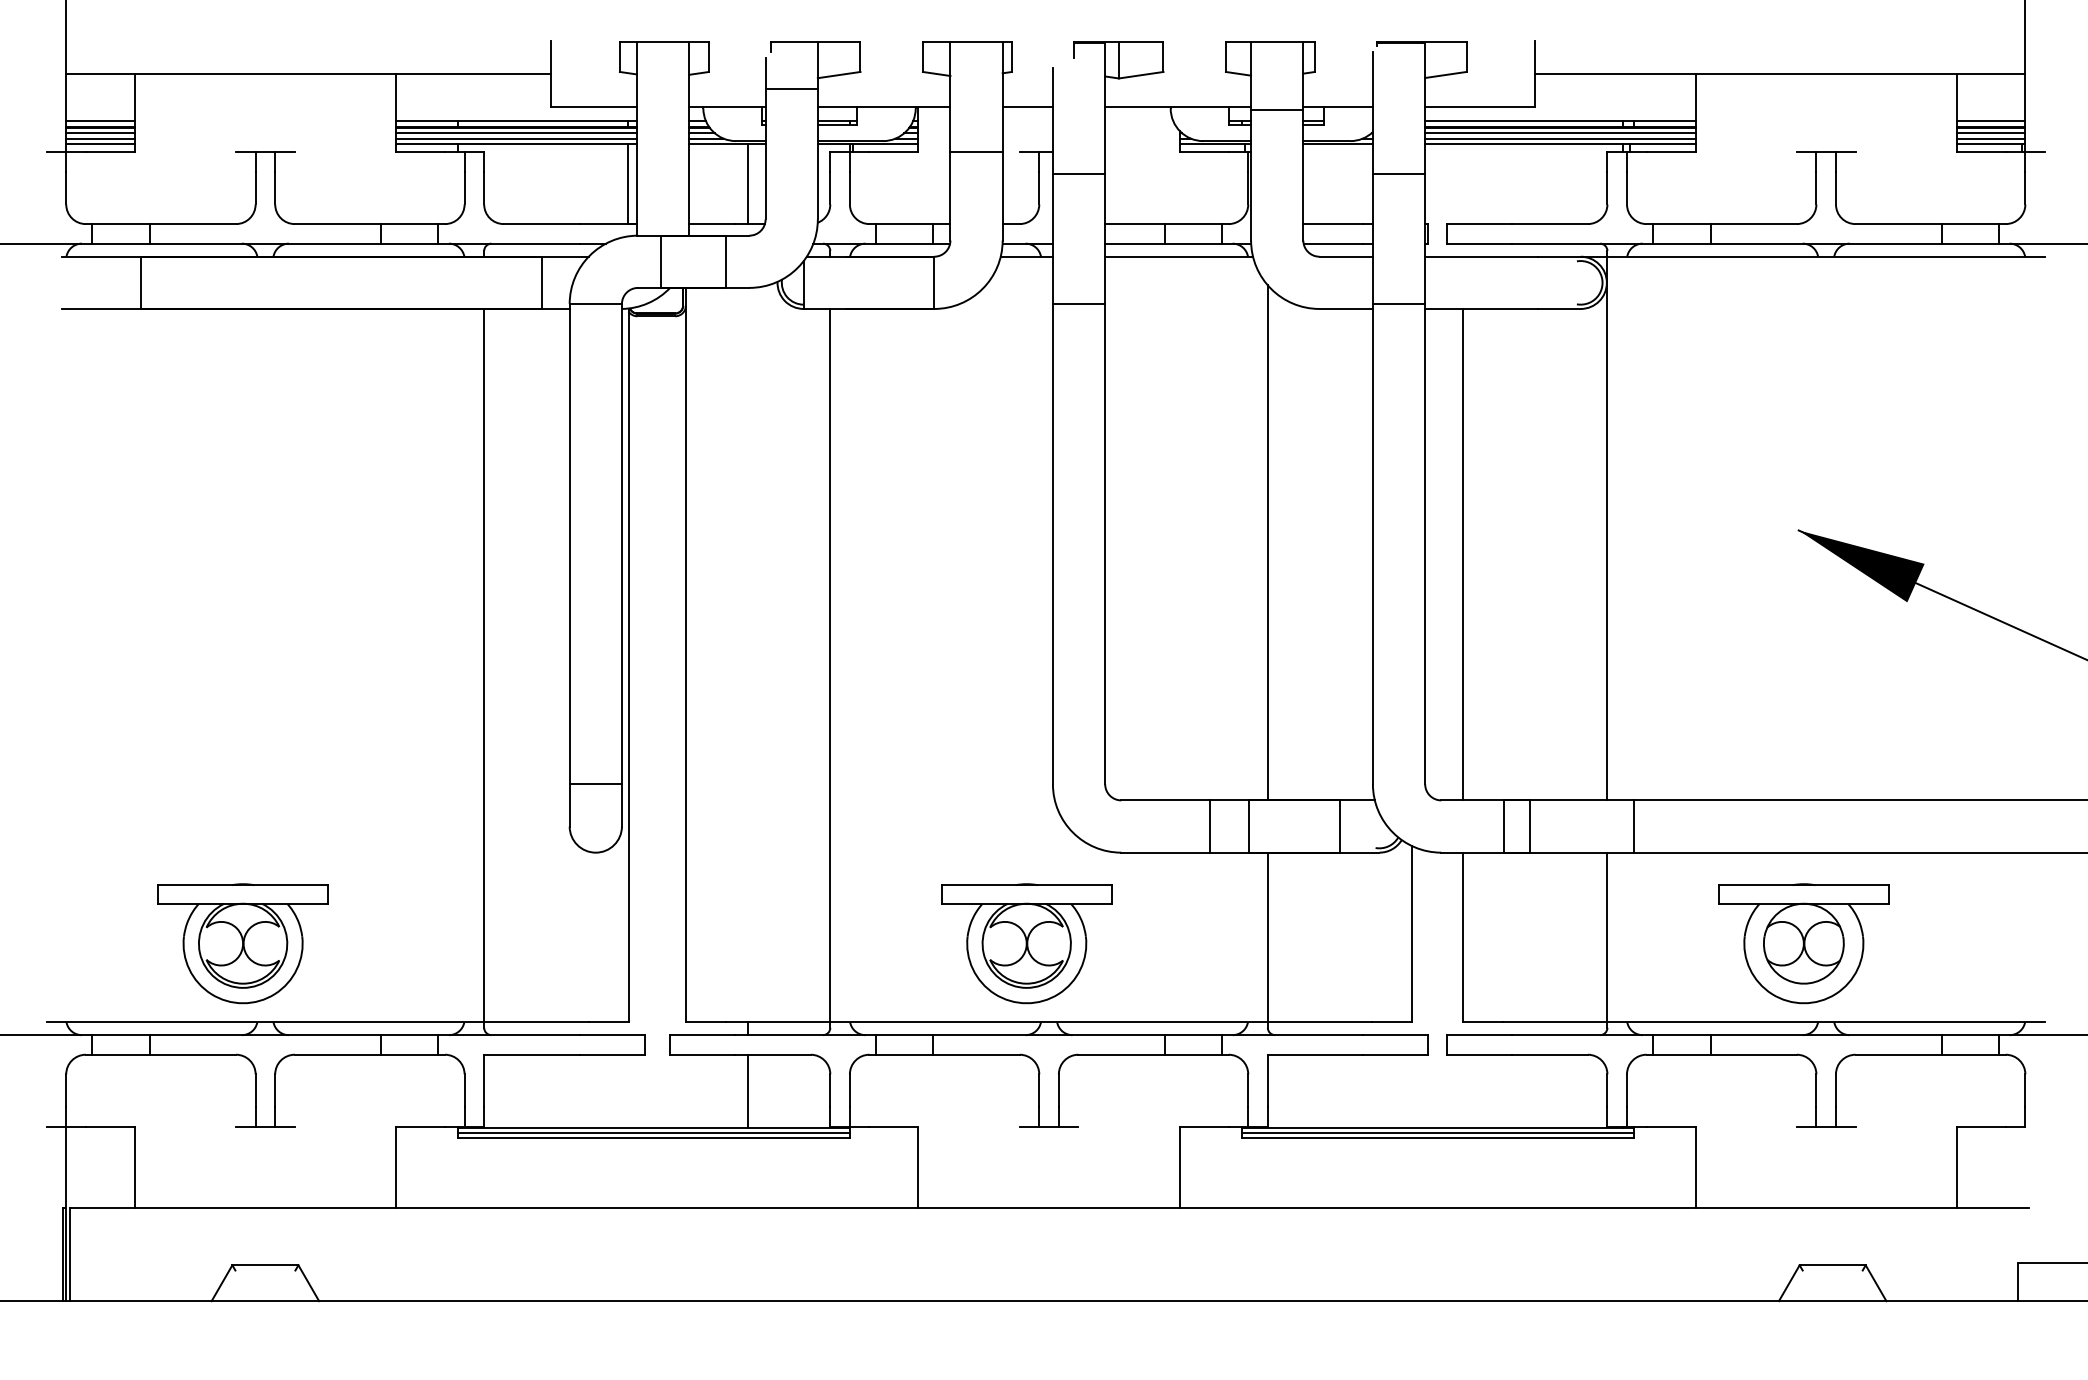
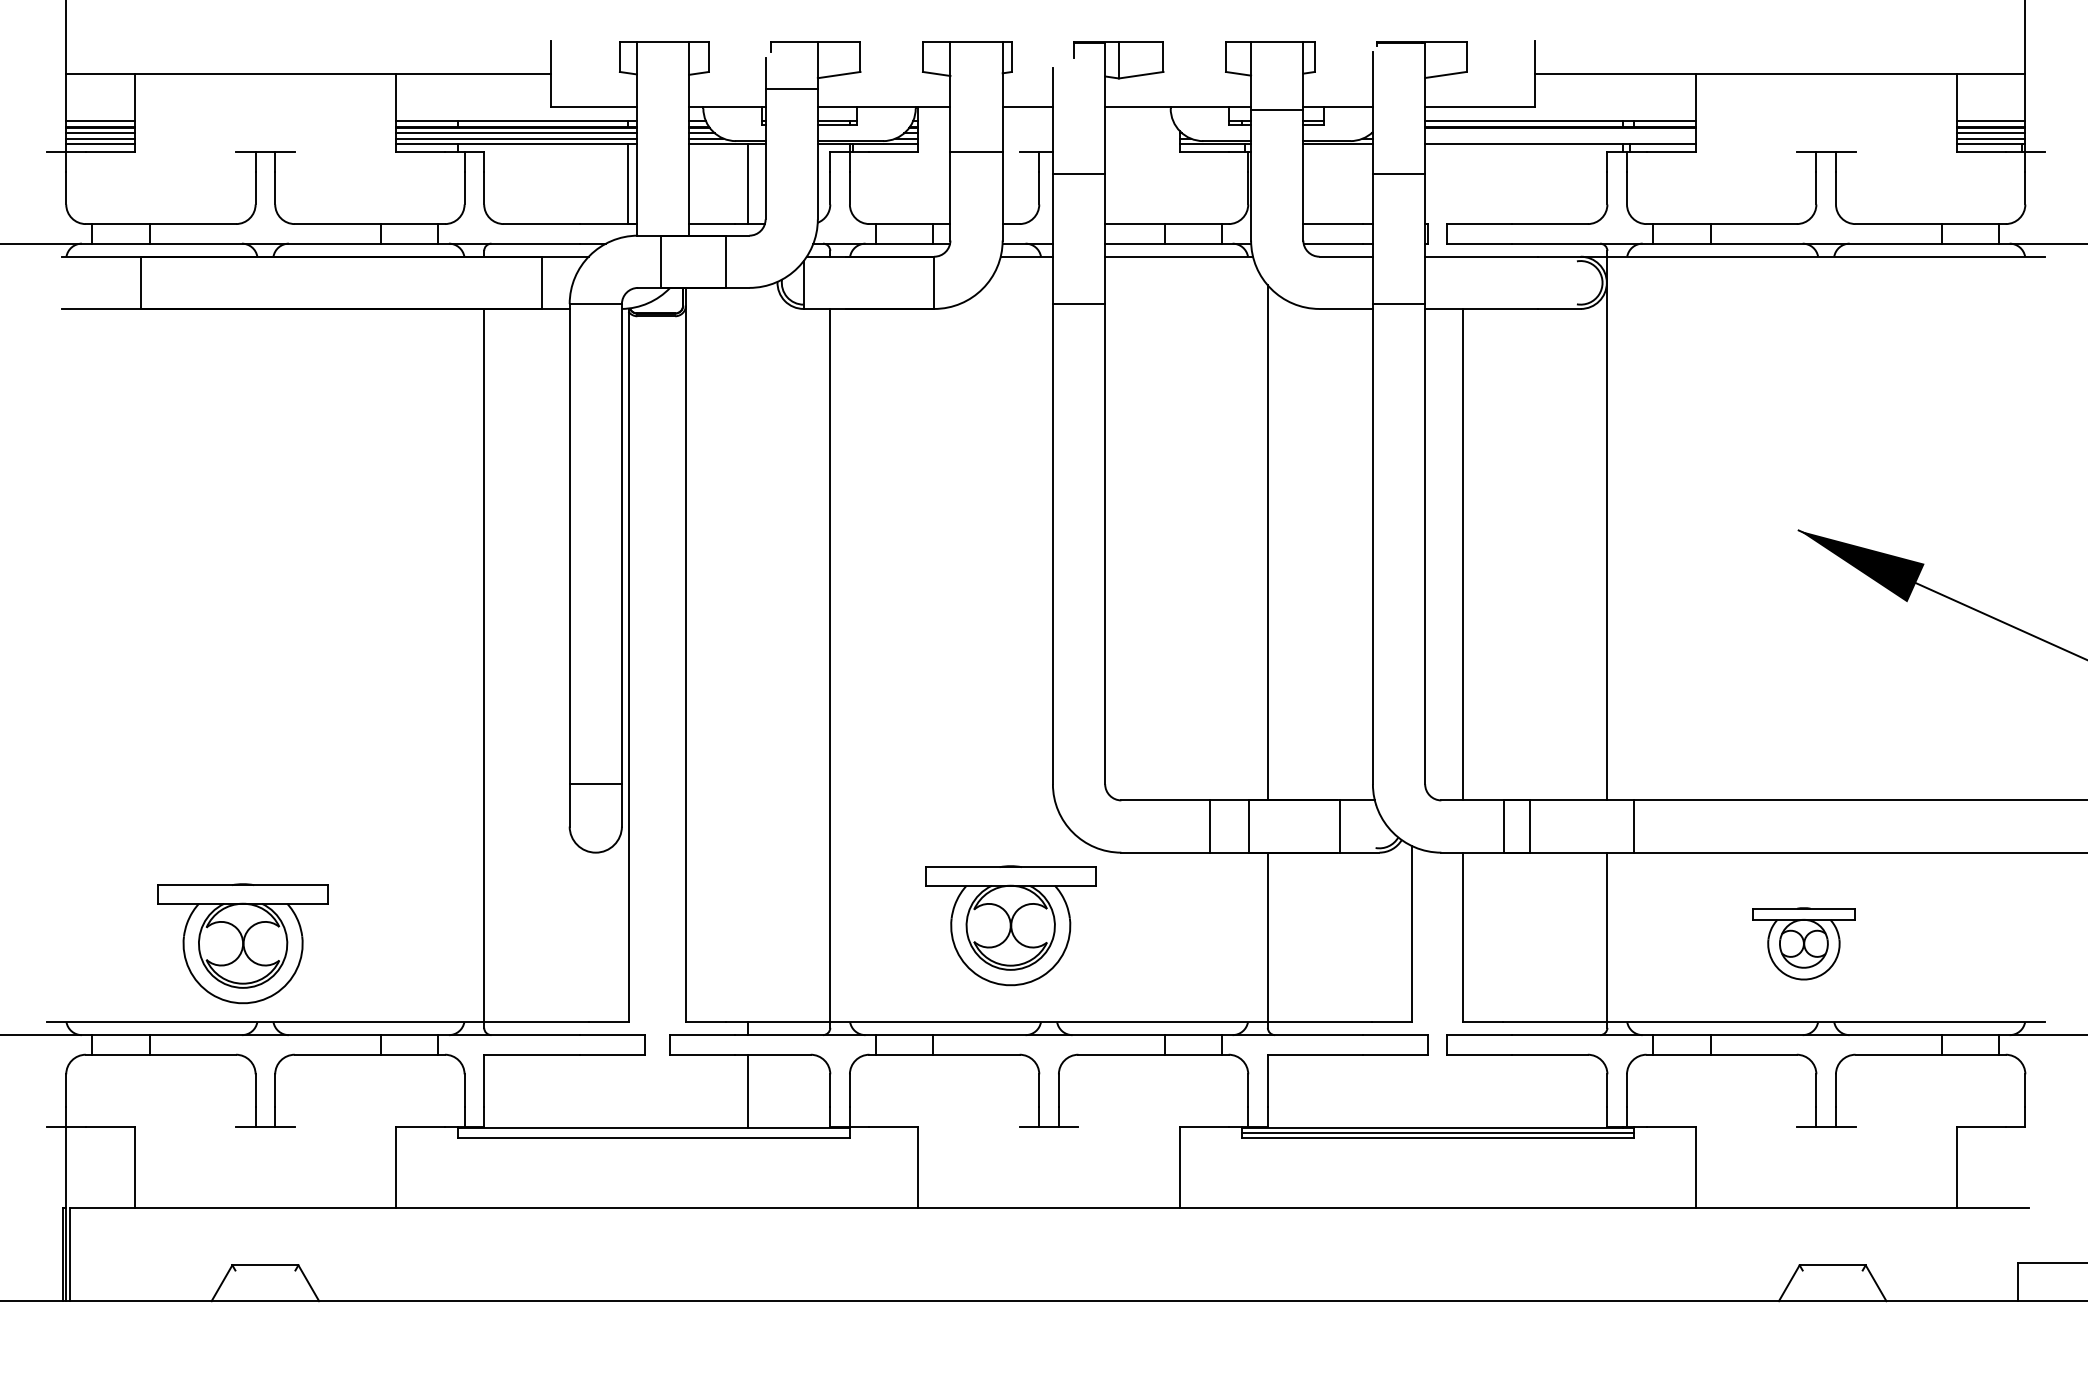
line at (1560, 133): present -> none
line at (1560, 138): present -> none
part at (1026, 943) position: (1026, 943) -> (1010, 925)
part at (1803, 943) size: 172x122 px -> 104x74 px
line at (653, 1133): present -> none
